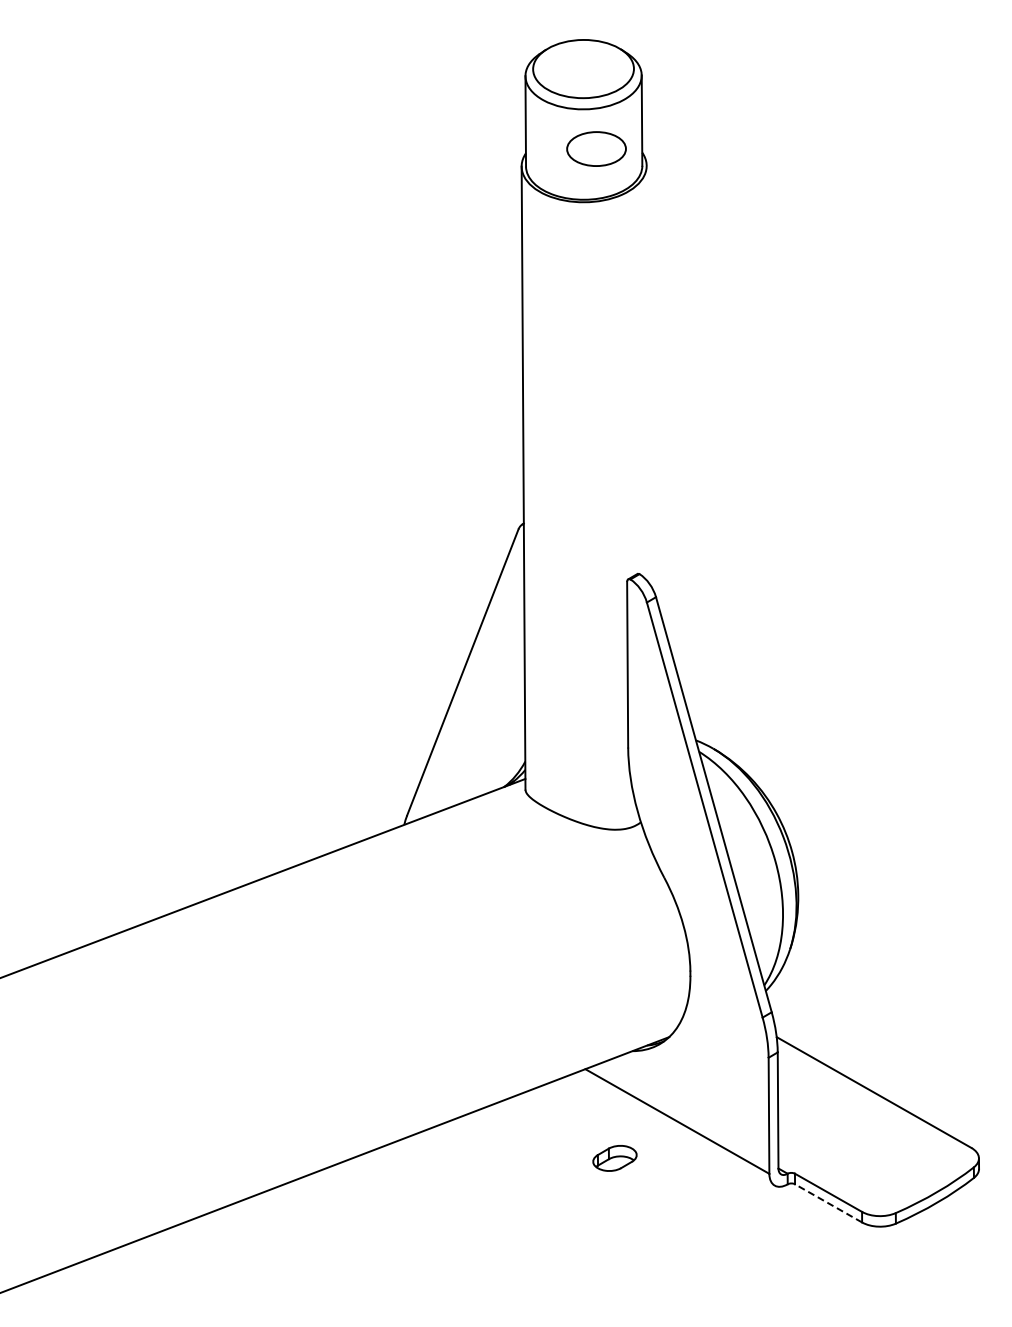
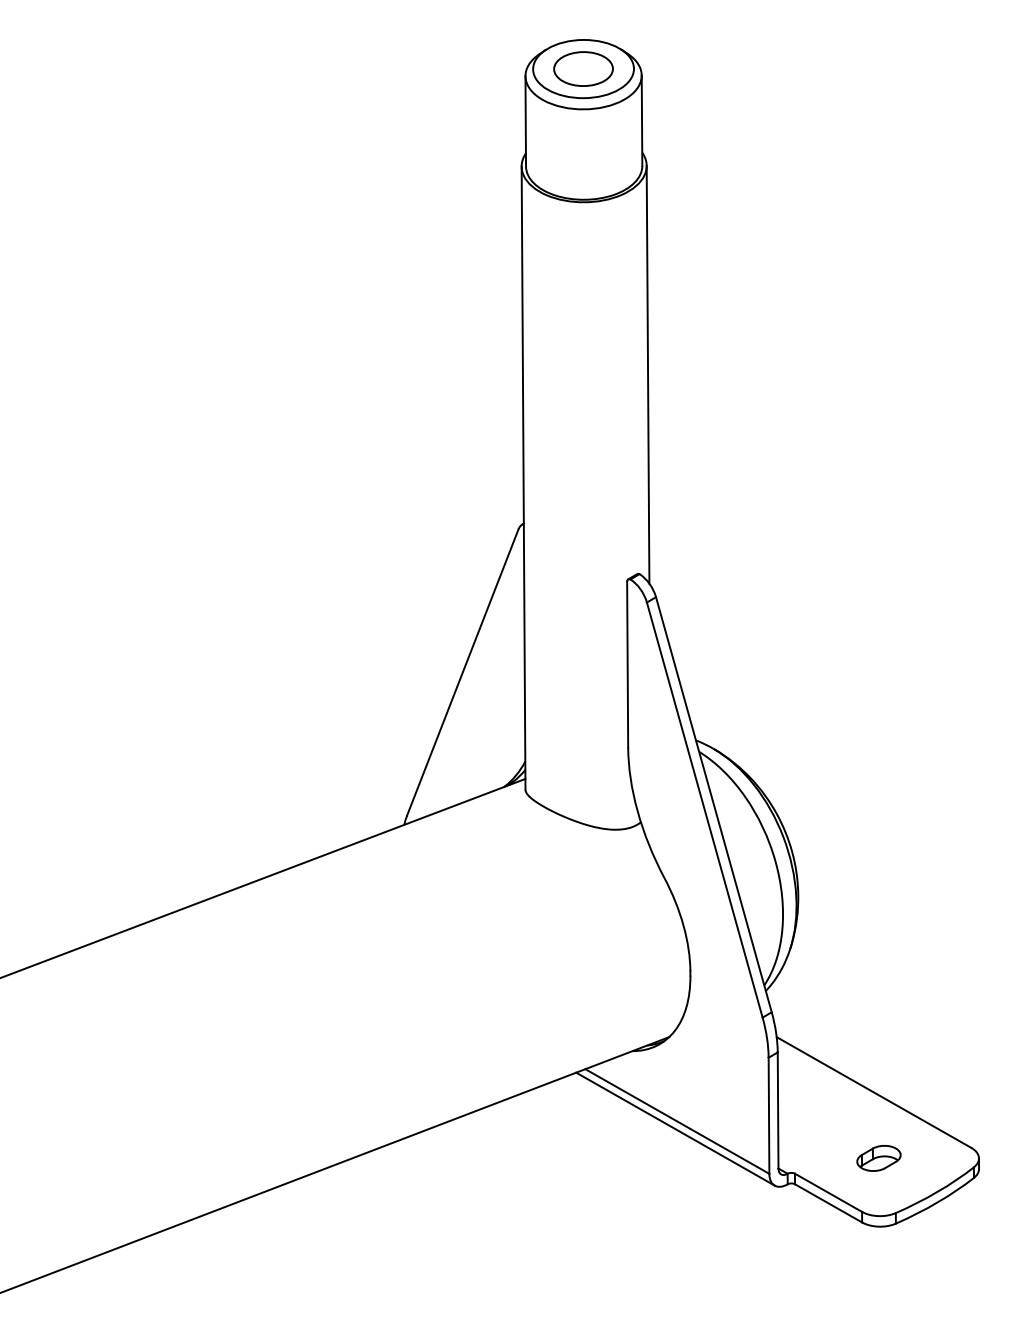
part at (596, 148) position: (596, 148) -> (583, 68)
line at (647, 374): none -> present
line at (675, 1128): none -> present
part at (614, 1158) position: (614, 1158) -> (878, 1158)
line at (828, 1203): dashed -> solid
